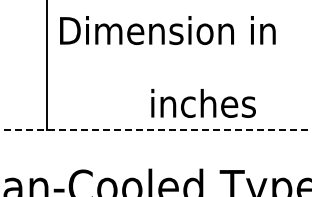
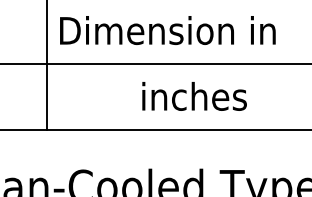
line at (155, 63): none -> present
text at (203, 103) position: (203, 103) -> (194, 96)
line at (156, 129): dashed -> solid
